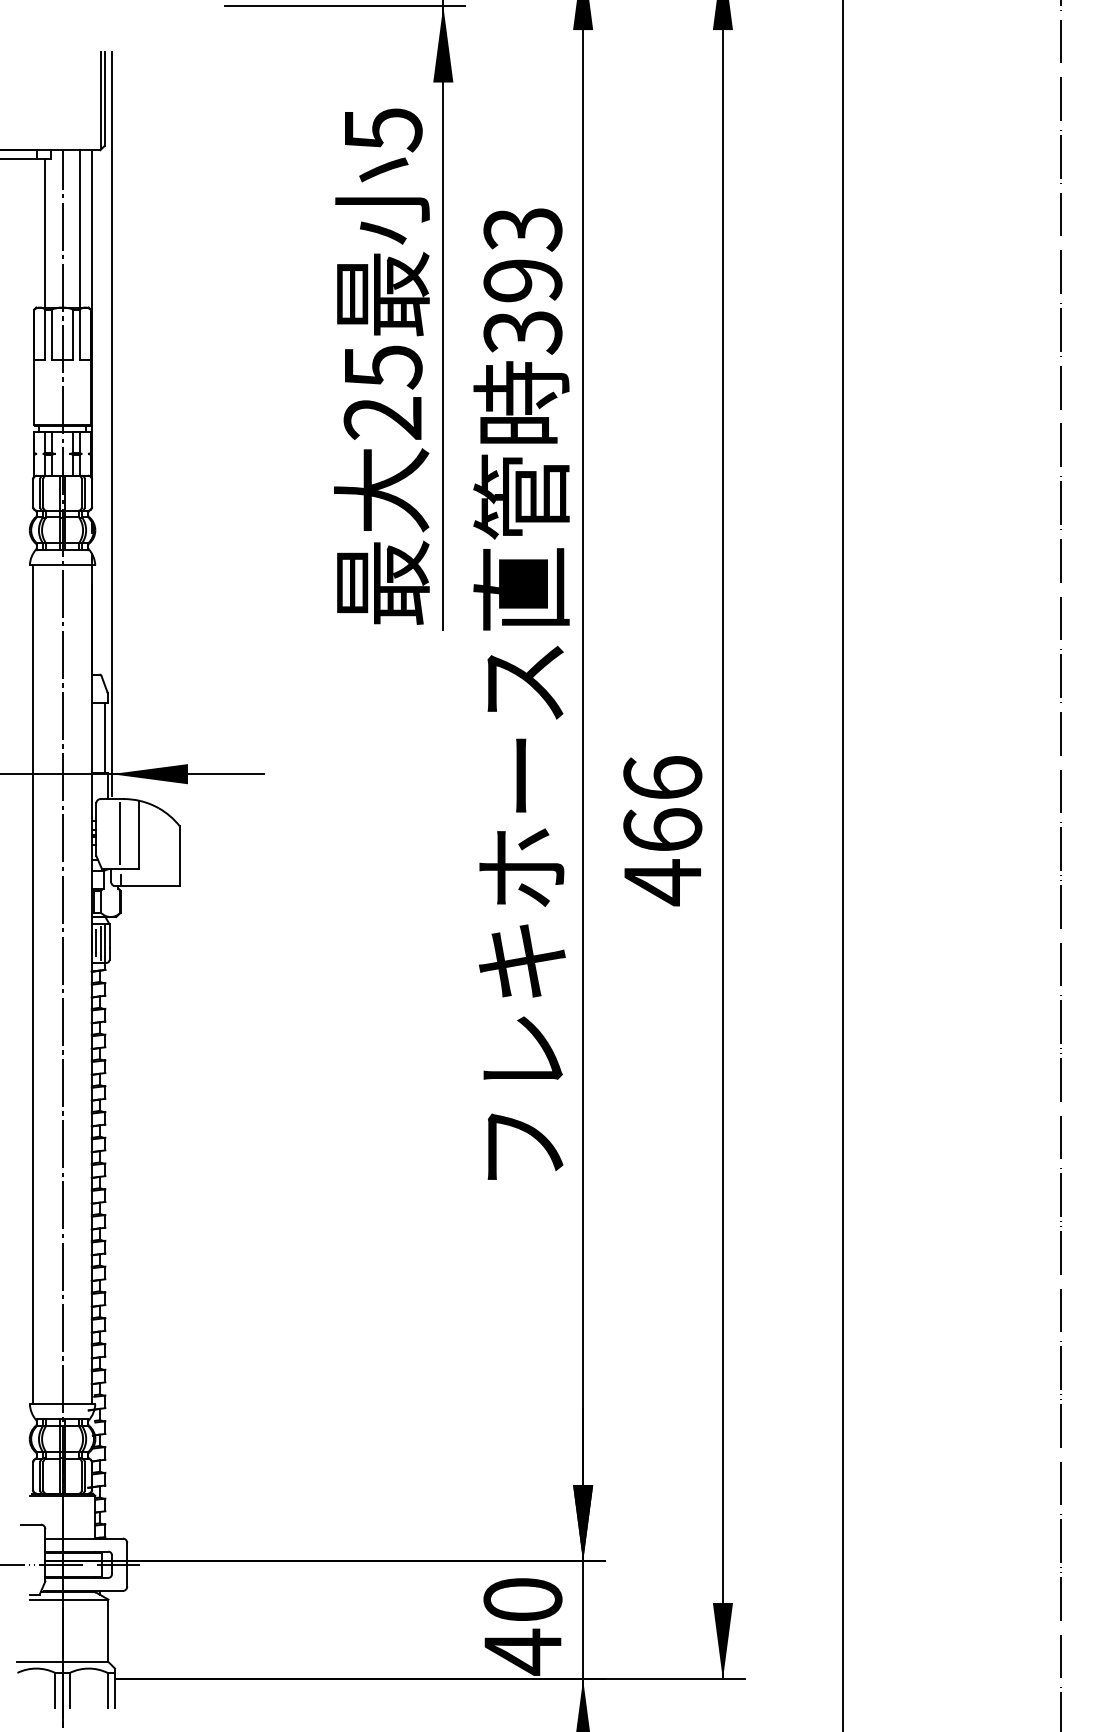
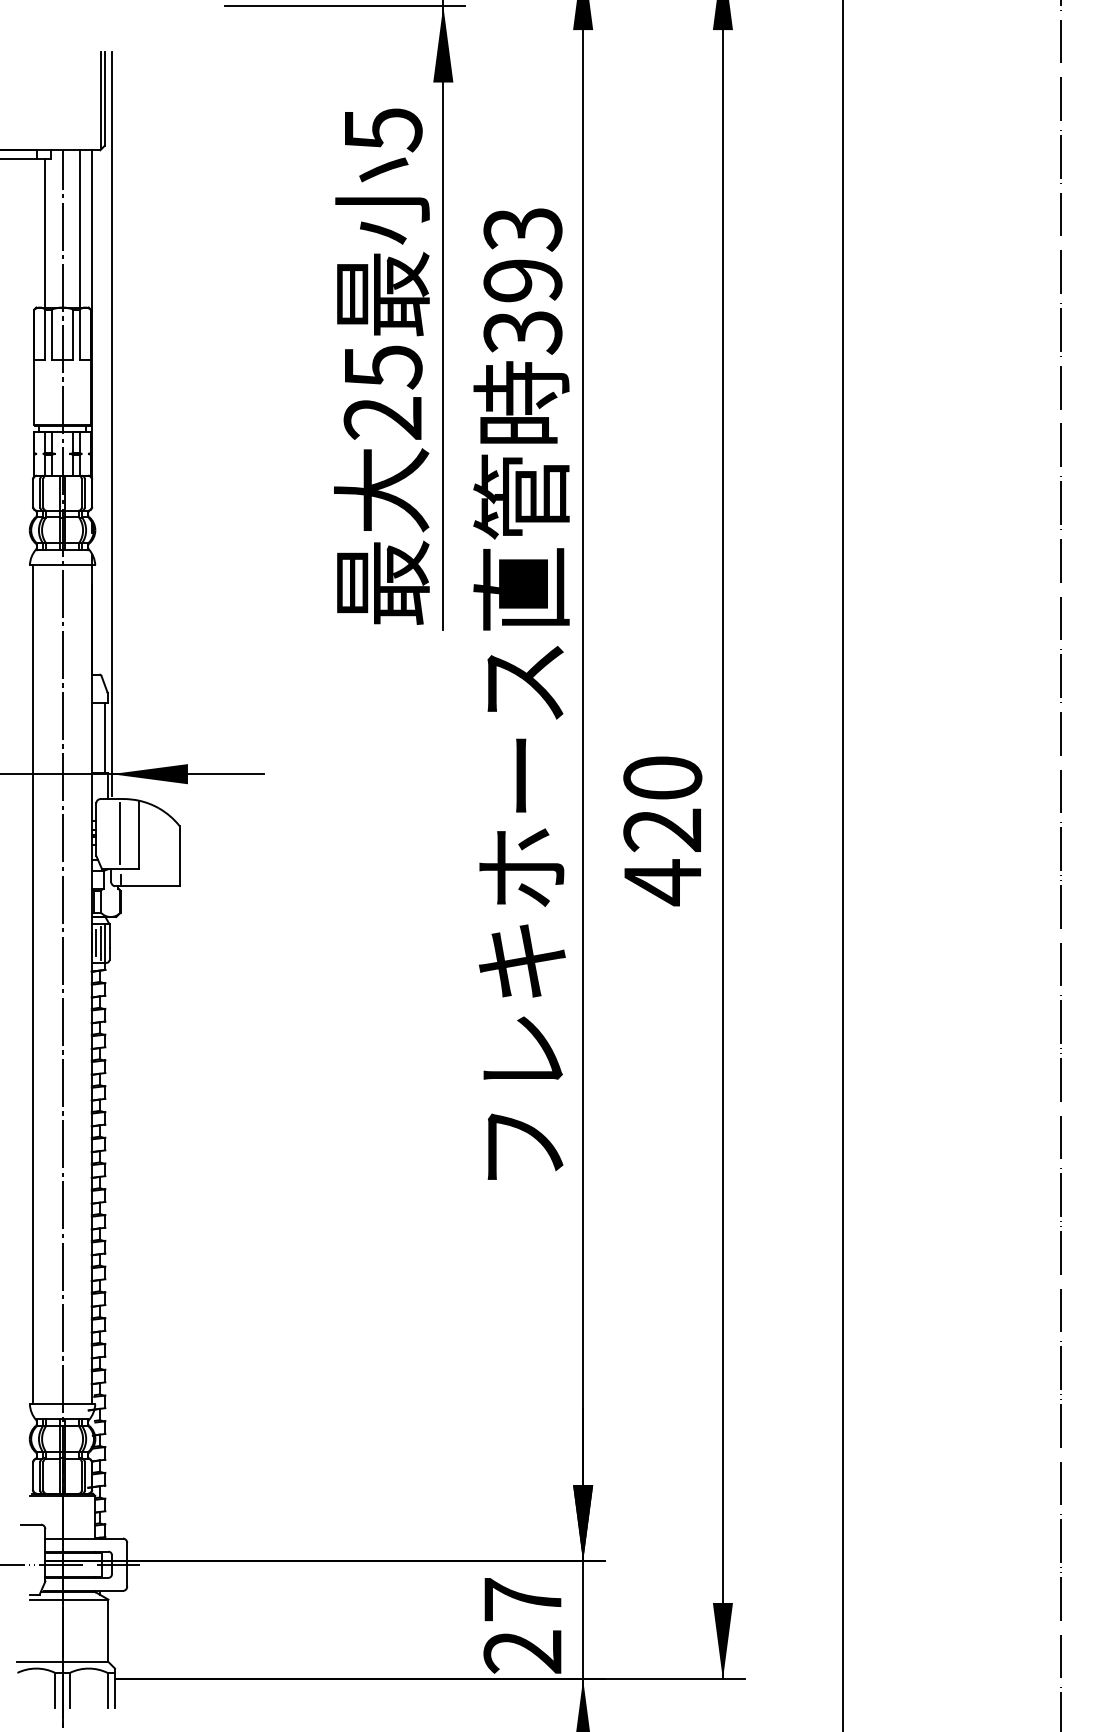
text at (662, 804): 466 -> 420
text at (522, 1626): 40 -> 27
